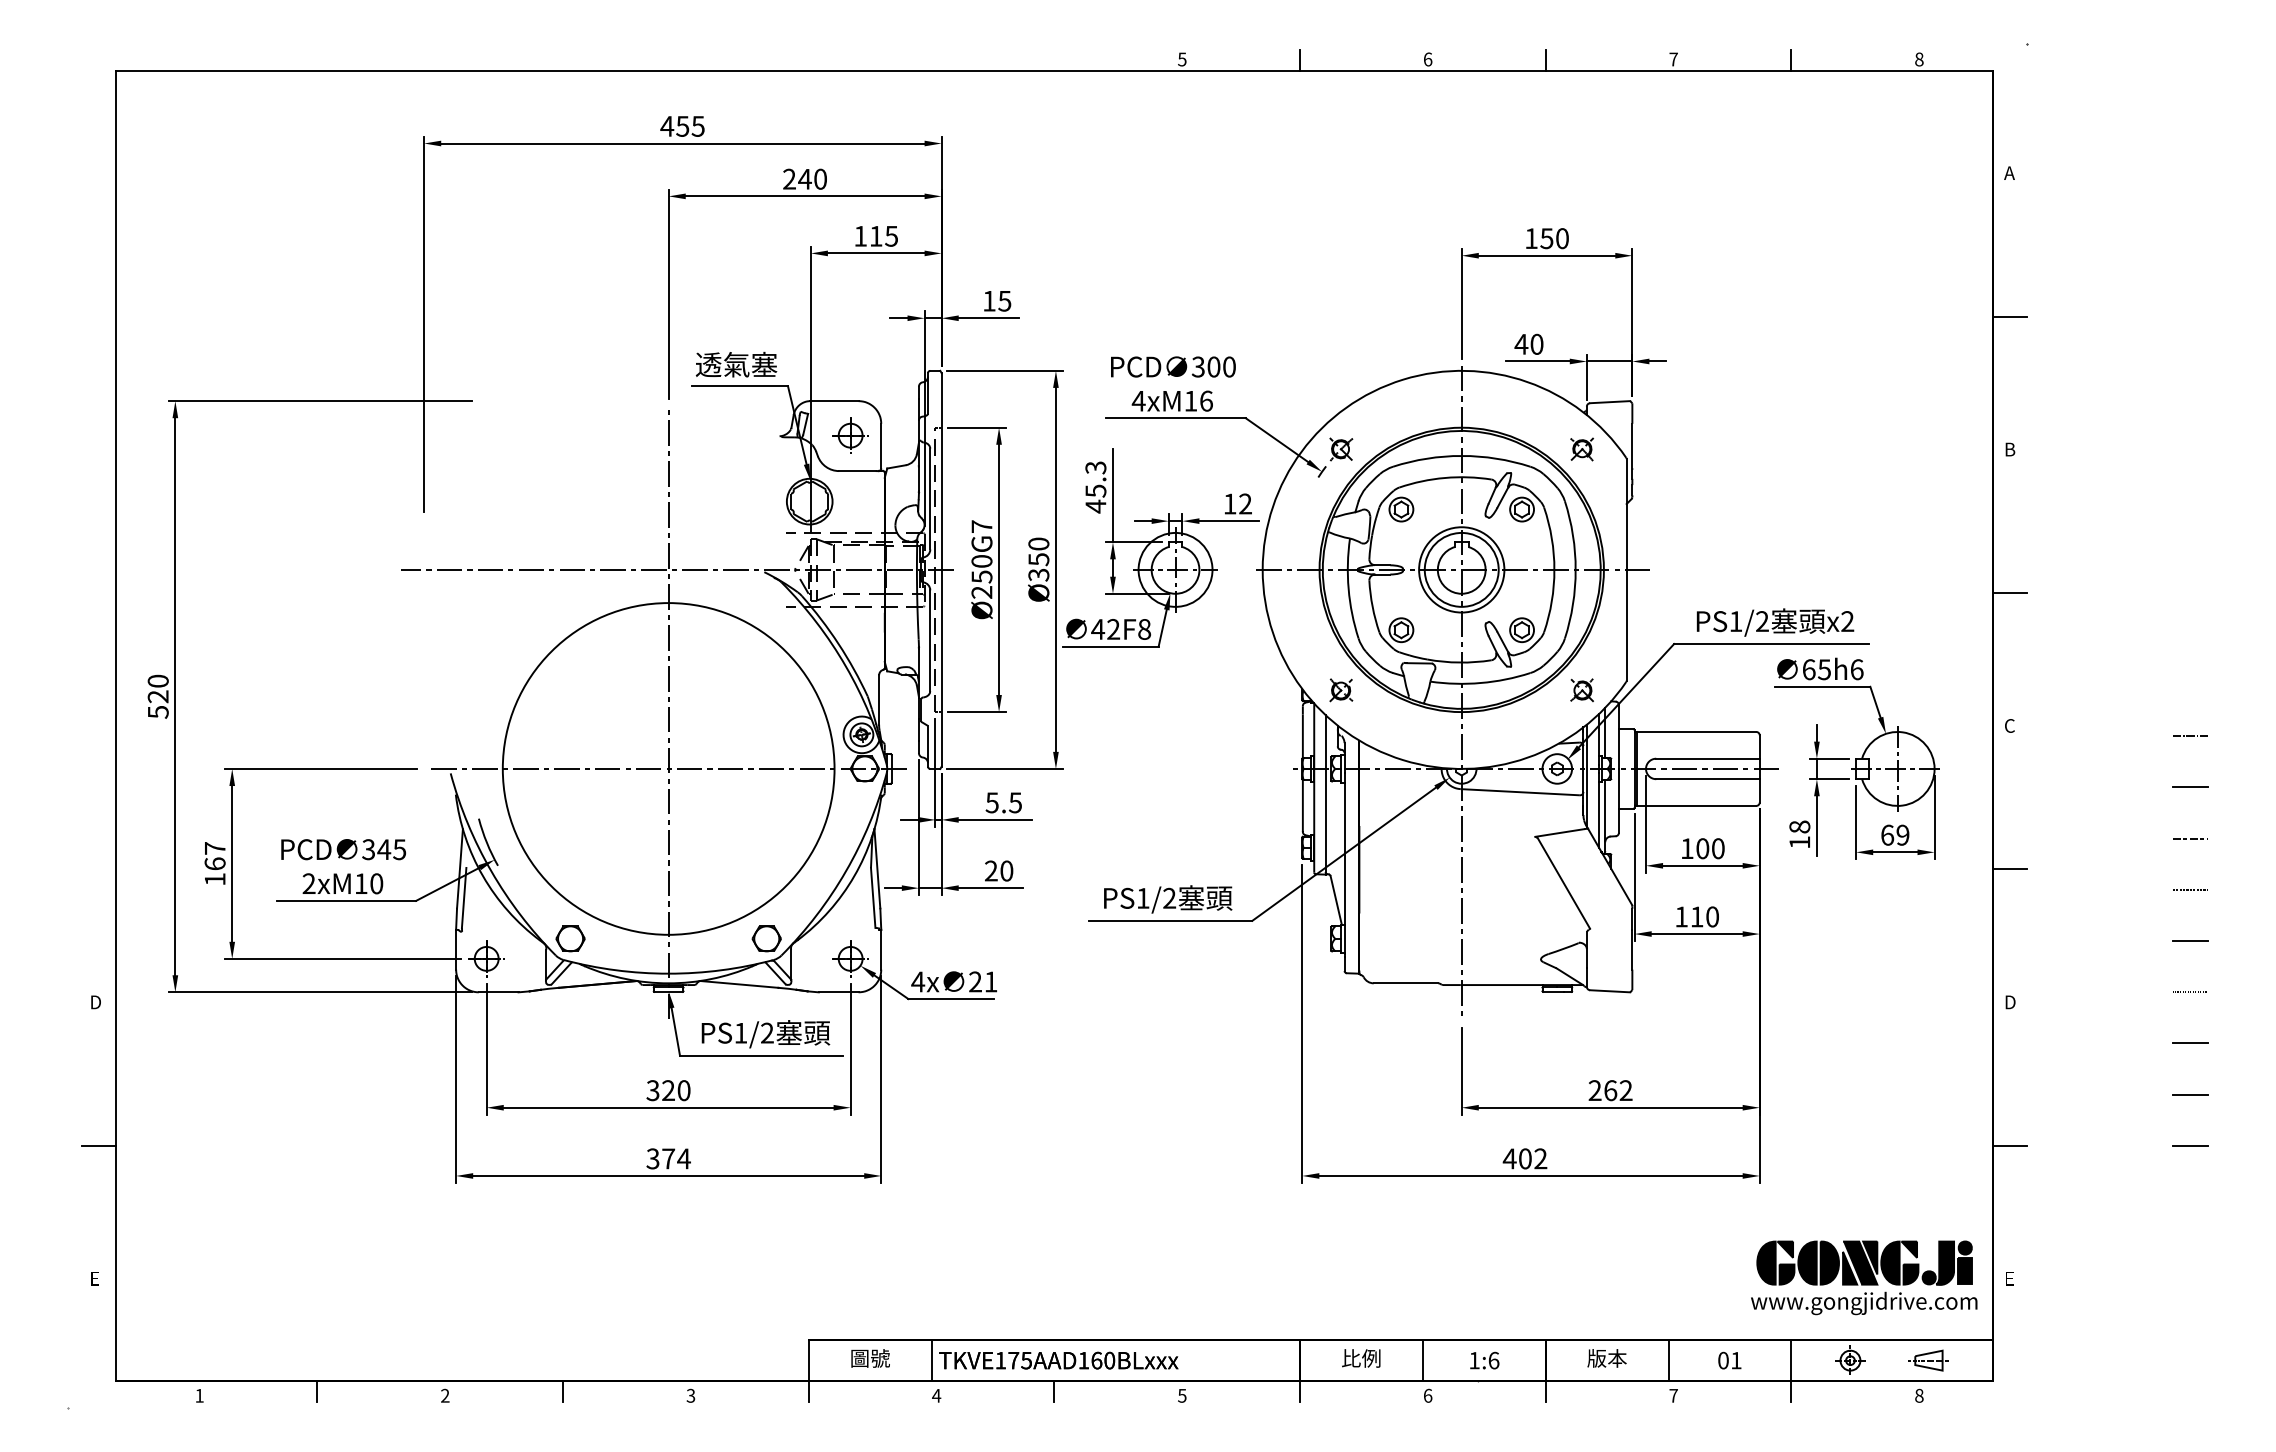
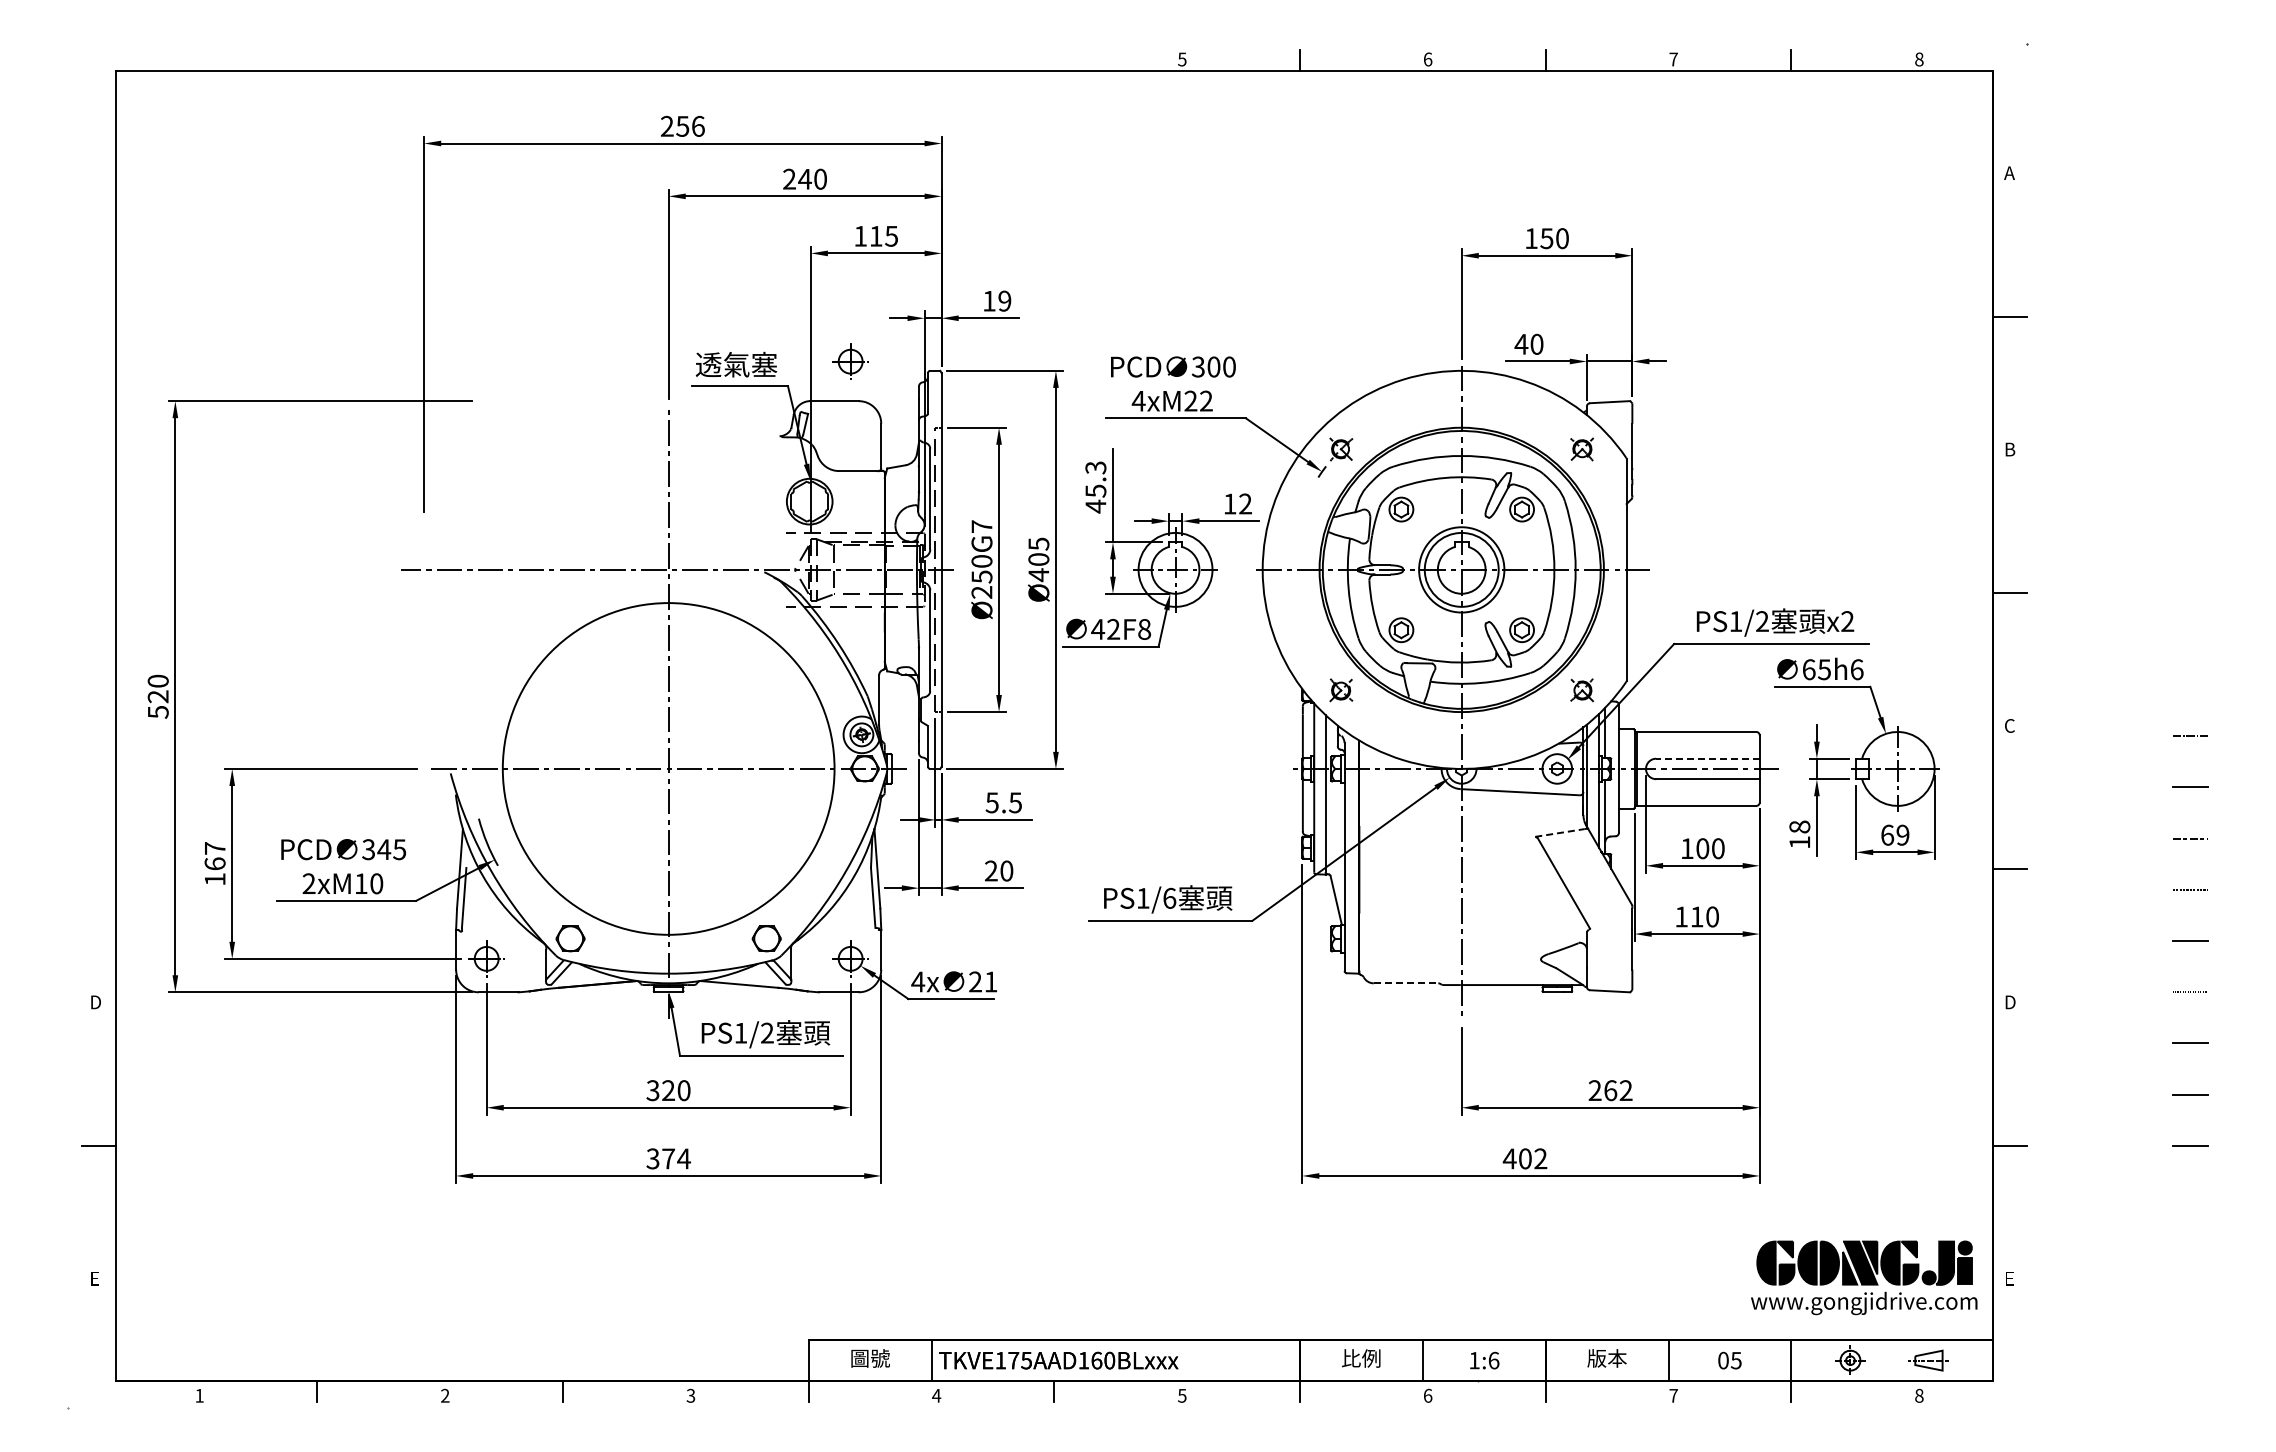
text at (682, 125): 455 -> 256
text at (1004, 300): 15 -> 19
text at (1198, 400): 4xM16 -> 4xM22
part at (850, 435) position: (850, 435) -> (850, 361)
text at (1038, 559): Ø350 -> Ø405
line at (1707, 758): solid -> dashed
line at (1559, 833): solid -> dashed
text at (1169, 897): PS1/2 -> PS1/6
line at (1406, 983): solid -> dashed
text at (1735, 1360): 01 -> 05
